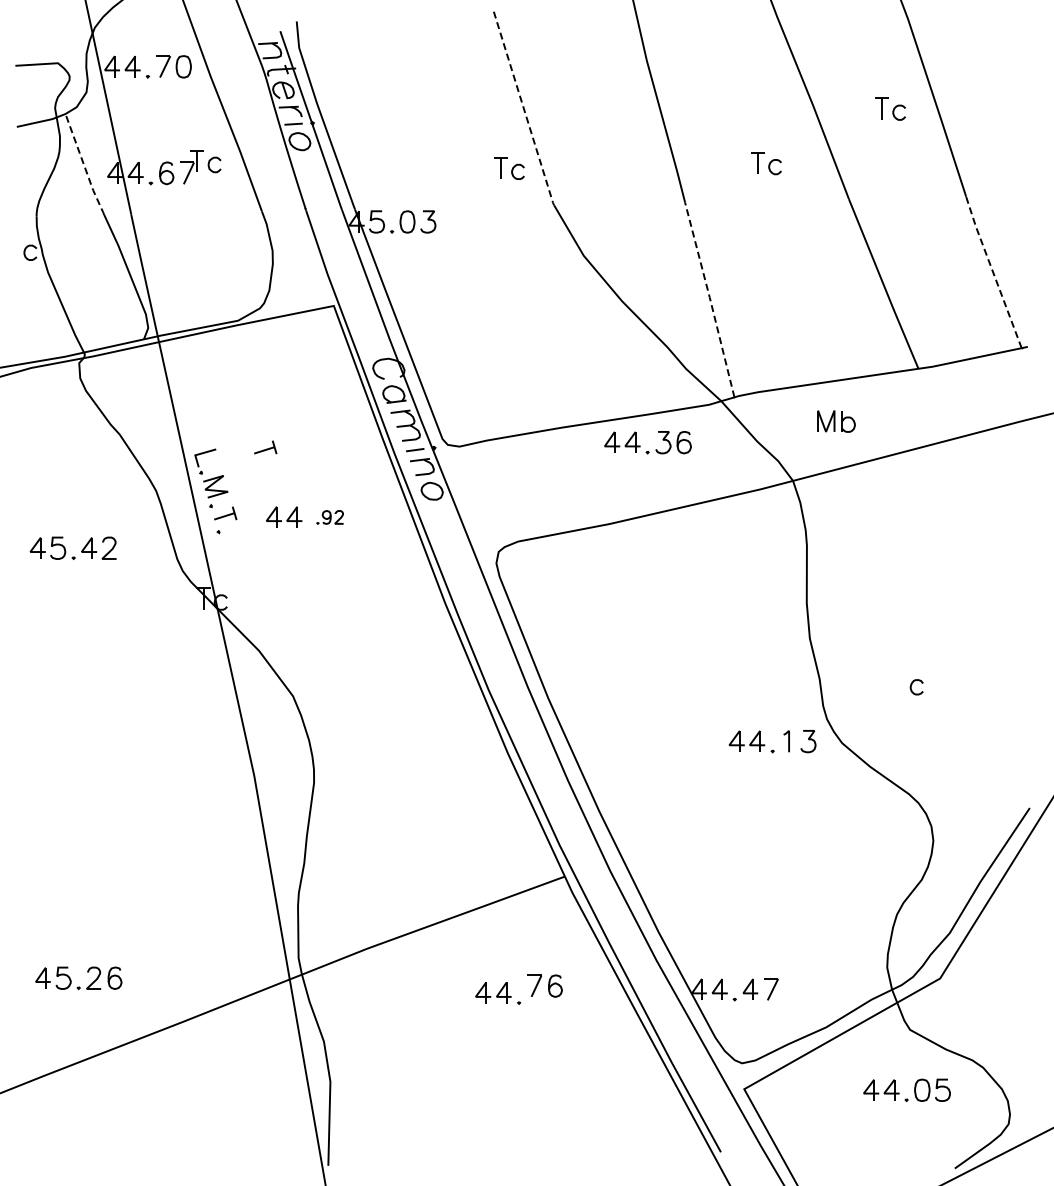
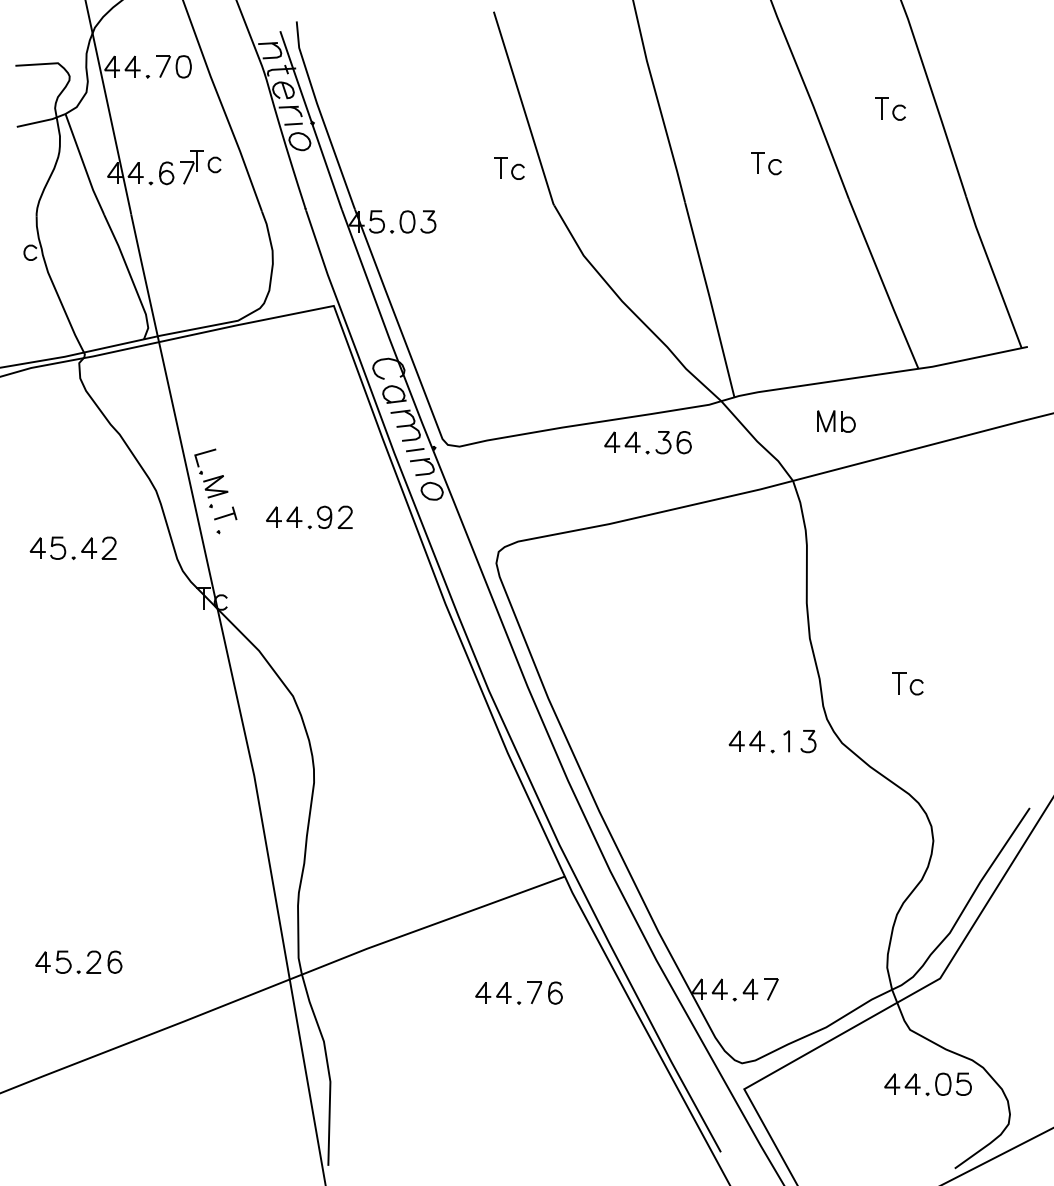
line at (524, 110): dashed -> solid
line at (84, 166): dashed -> solid
line at (993, 272): dashed -> solid
line at (710, 299): dashed -> solid
part at (265, 447): present -> none
part at (329, 517) size: 28x15 px -> 46x25 px
part at (899, 683): none -> present
part at (71, 979) position: (71, 979) -> (71, 963)
part at (544, 985) position: (544, 985) -> (544, 992)
part at (899, 1092) position: (899, 1092) -> (920, 1086)
